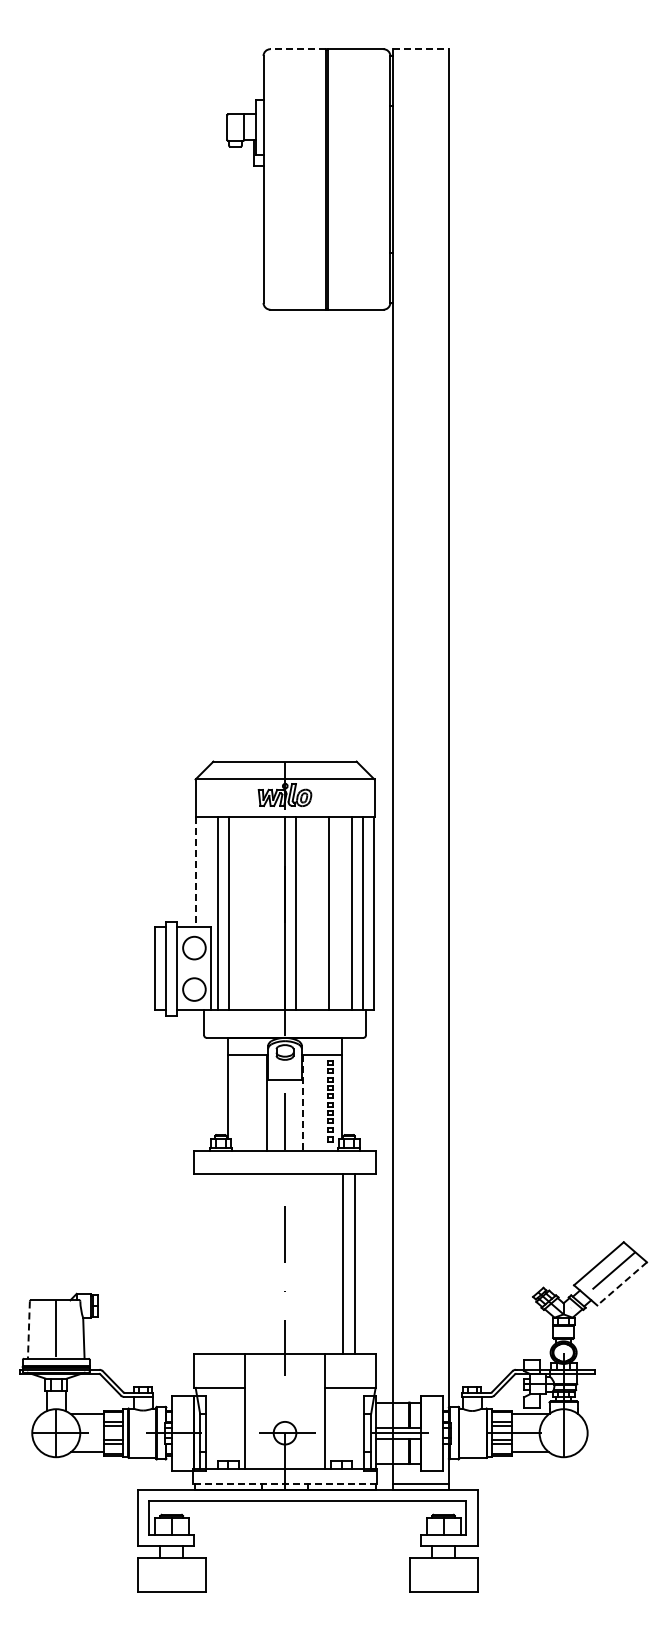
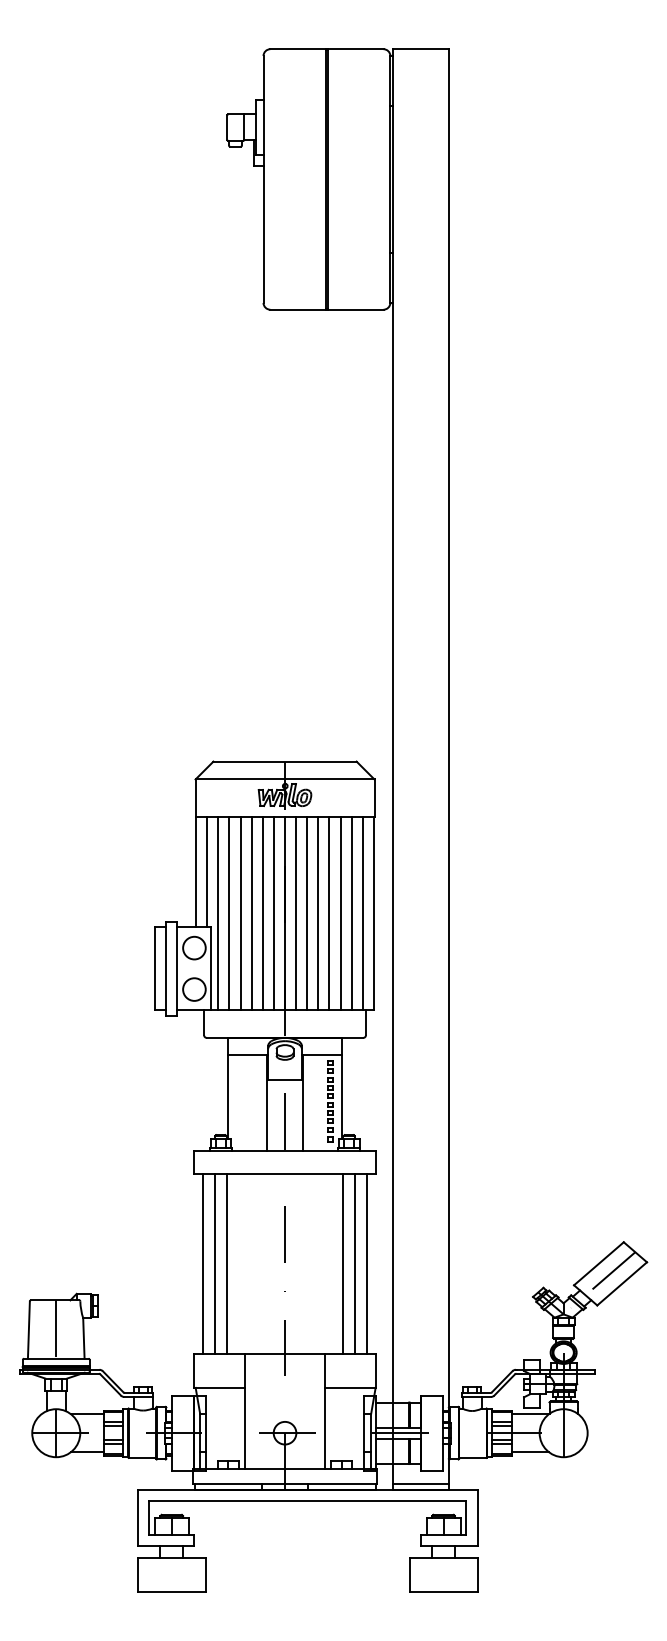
line at (298, 49): dashed -> solid
line at (421, 49): dashed -> solid
line at (207, 871): none -> present
line at (196, 872): dashed -> solid
line at (240, 913): none -> present
line at (251, 913): none -> present
line at (262, 913): none -> present
line at (273, 913): none -> present
line at (307, 913): none -> present
line at (318, 913): none -> present
line at (340, 913): none -> present
line at (303, 1103): dashed -> solid
line at (202, 1263): none -> present
line at (215, 1263): none -> present
line at (226, 1263): none -> present
line at (367, 1263): none -> present
line at (622, 1283): dashed -> solid
line at (28, 1330): dashed -> solid
line at (285, 1484): dashed -> solid
